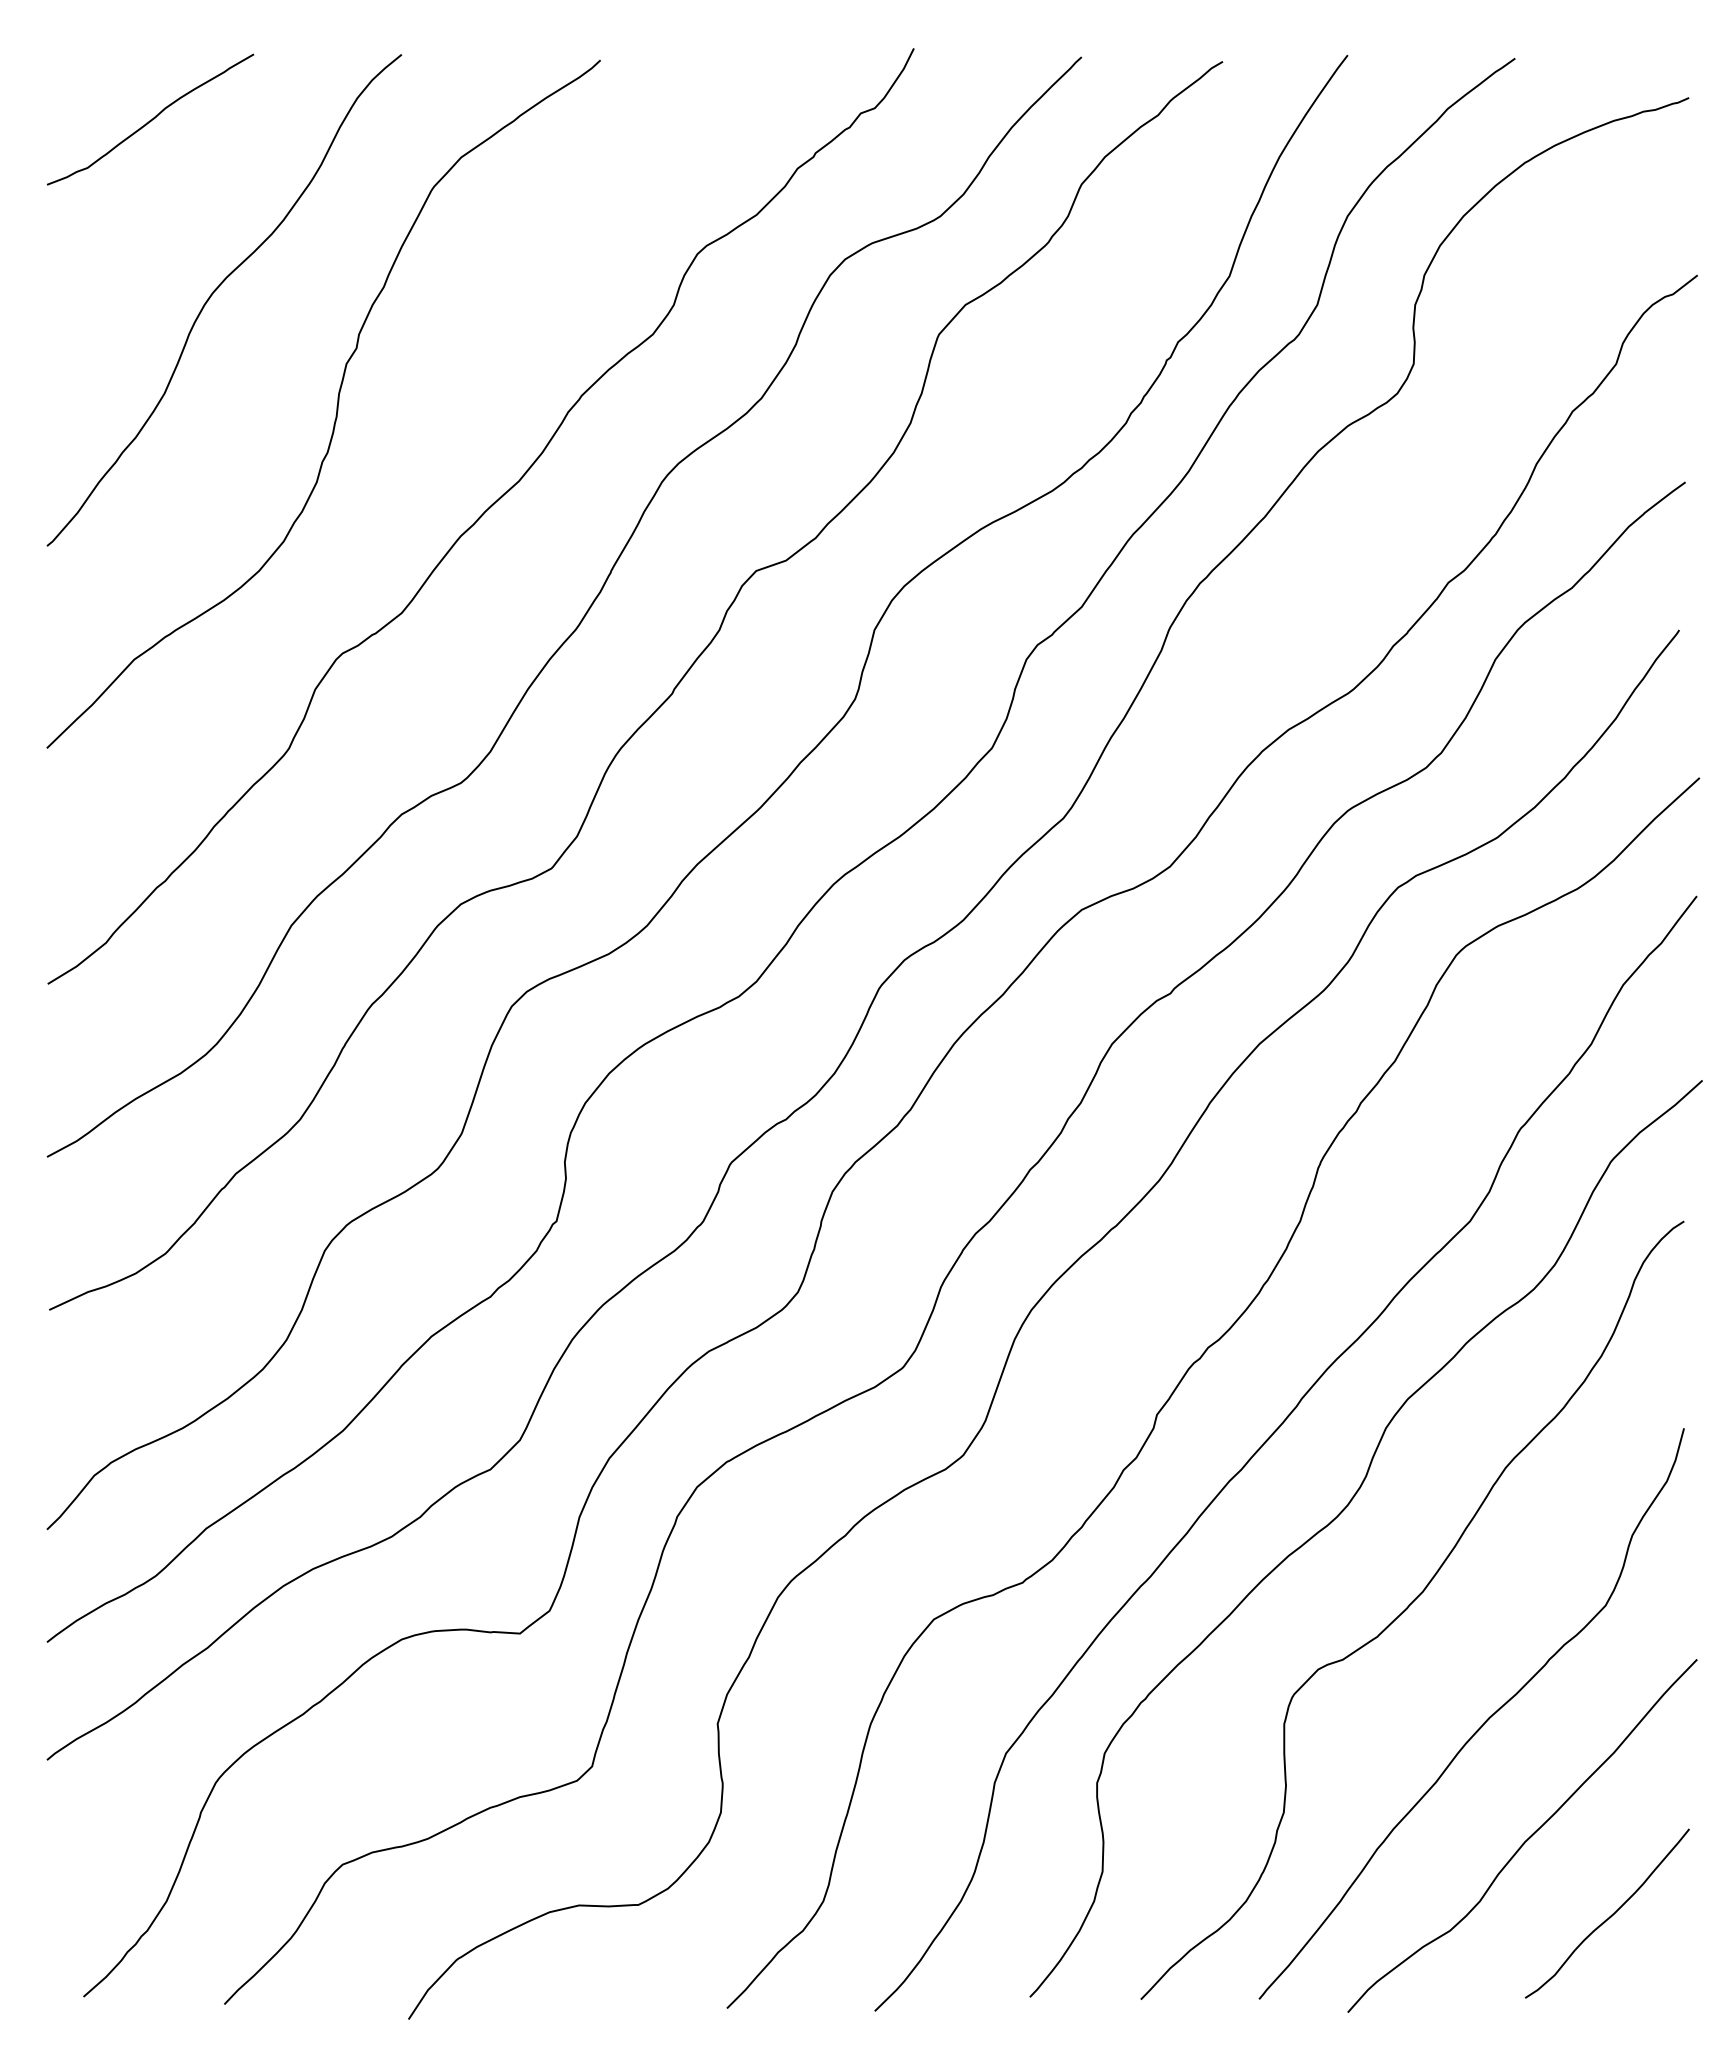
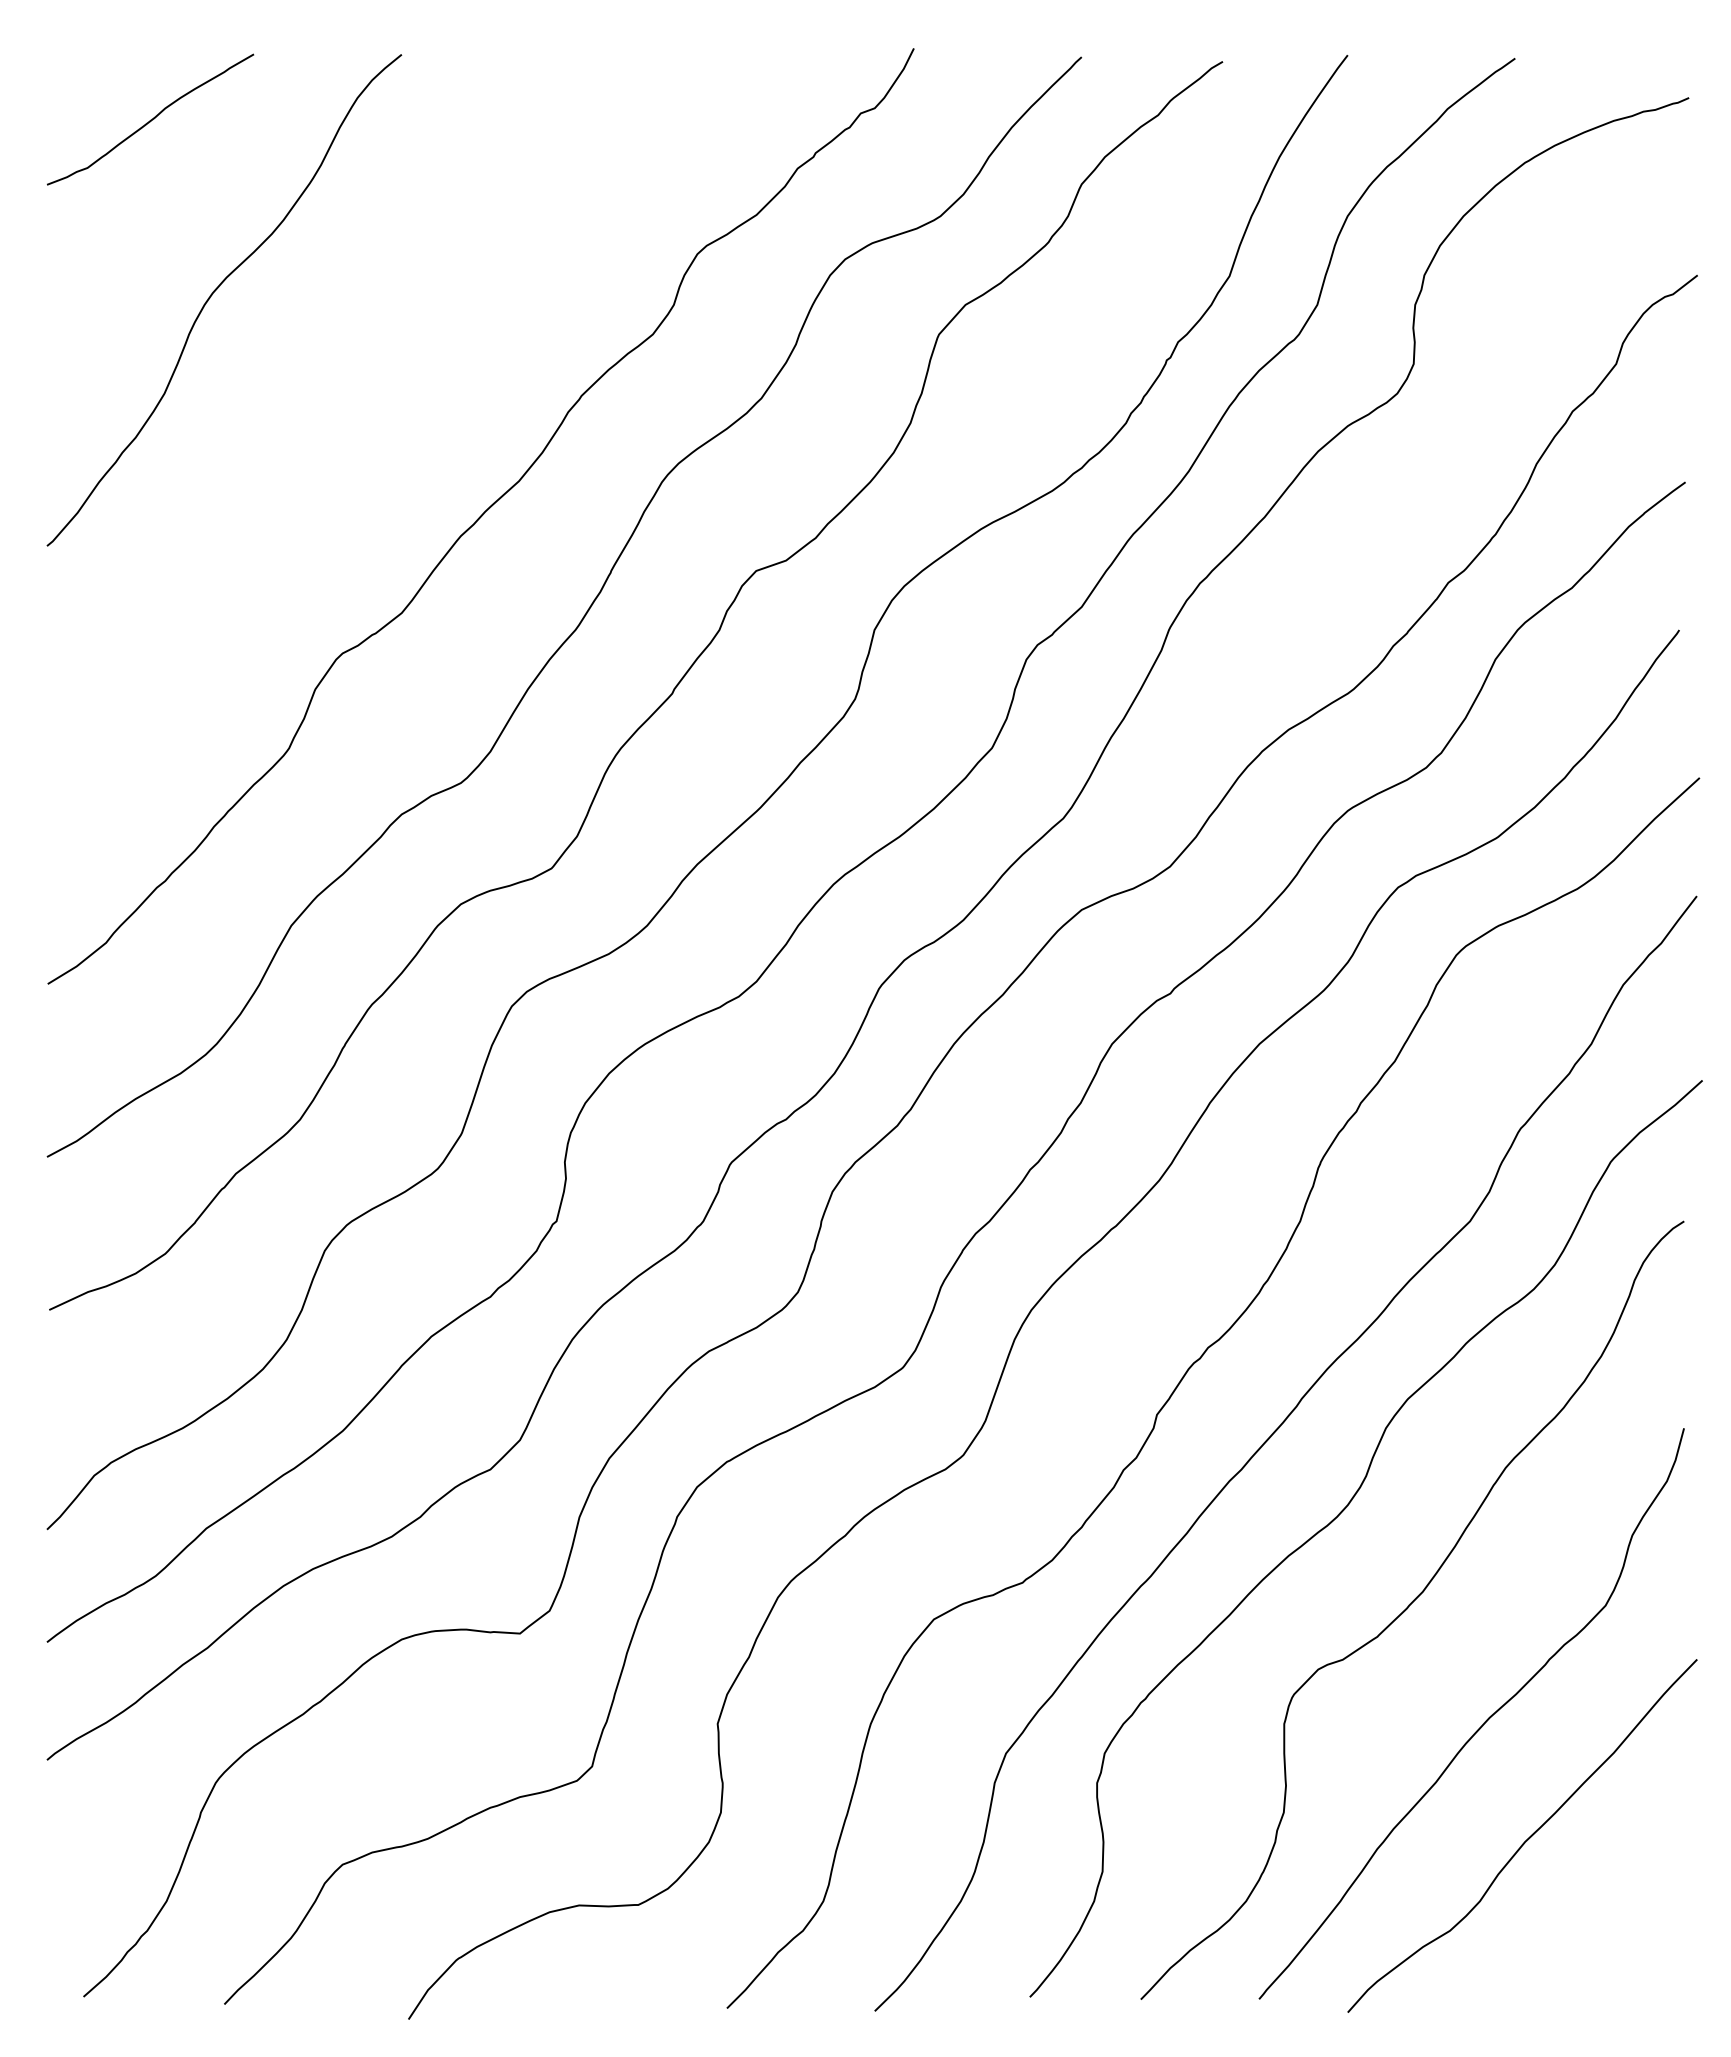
curve at (336, 406): present -> none
curve at (1610, 1915): present -> none
